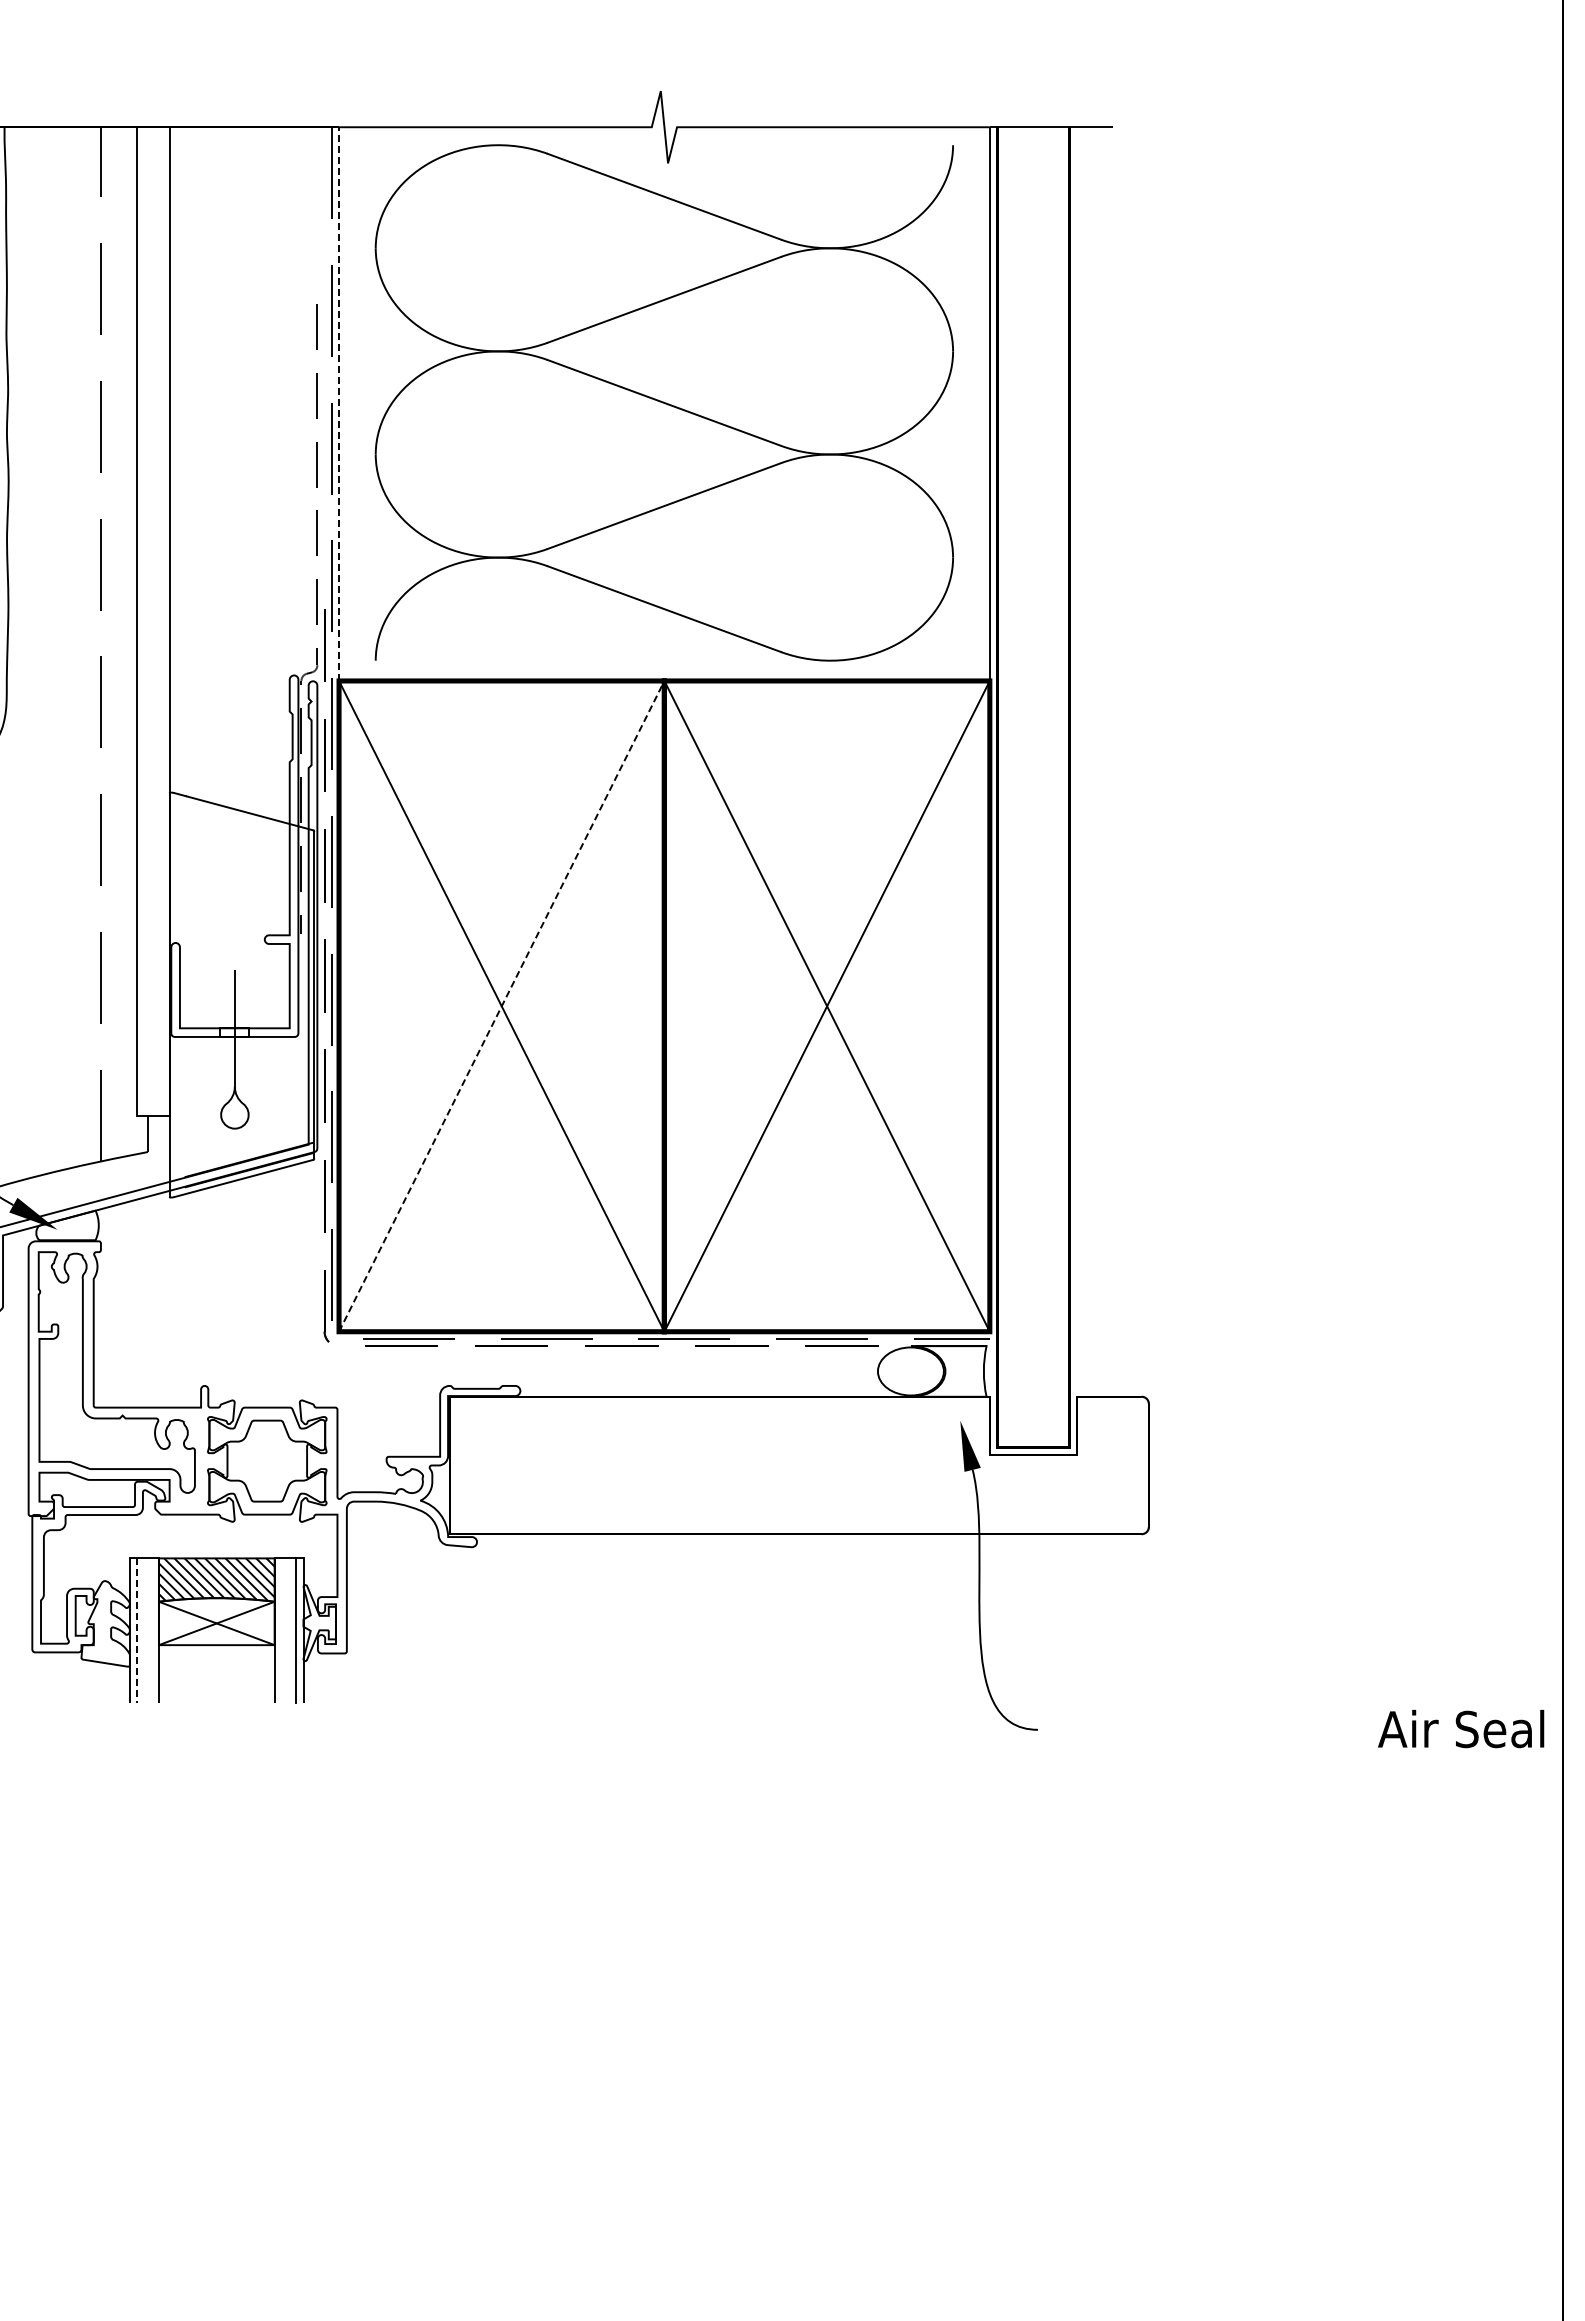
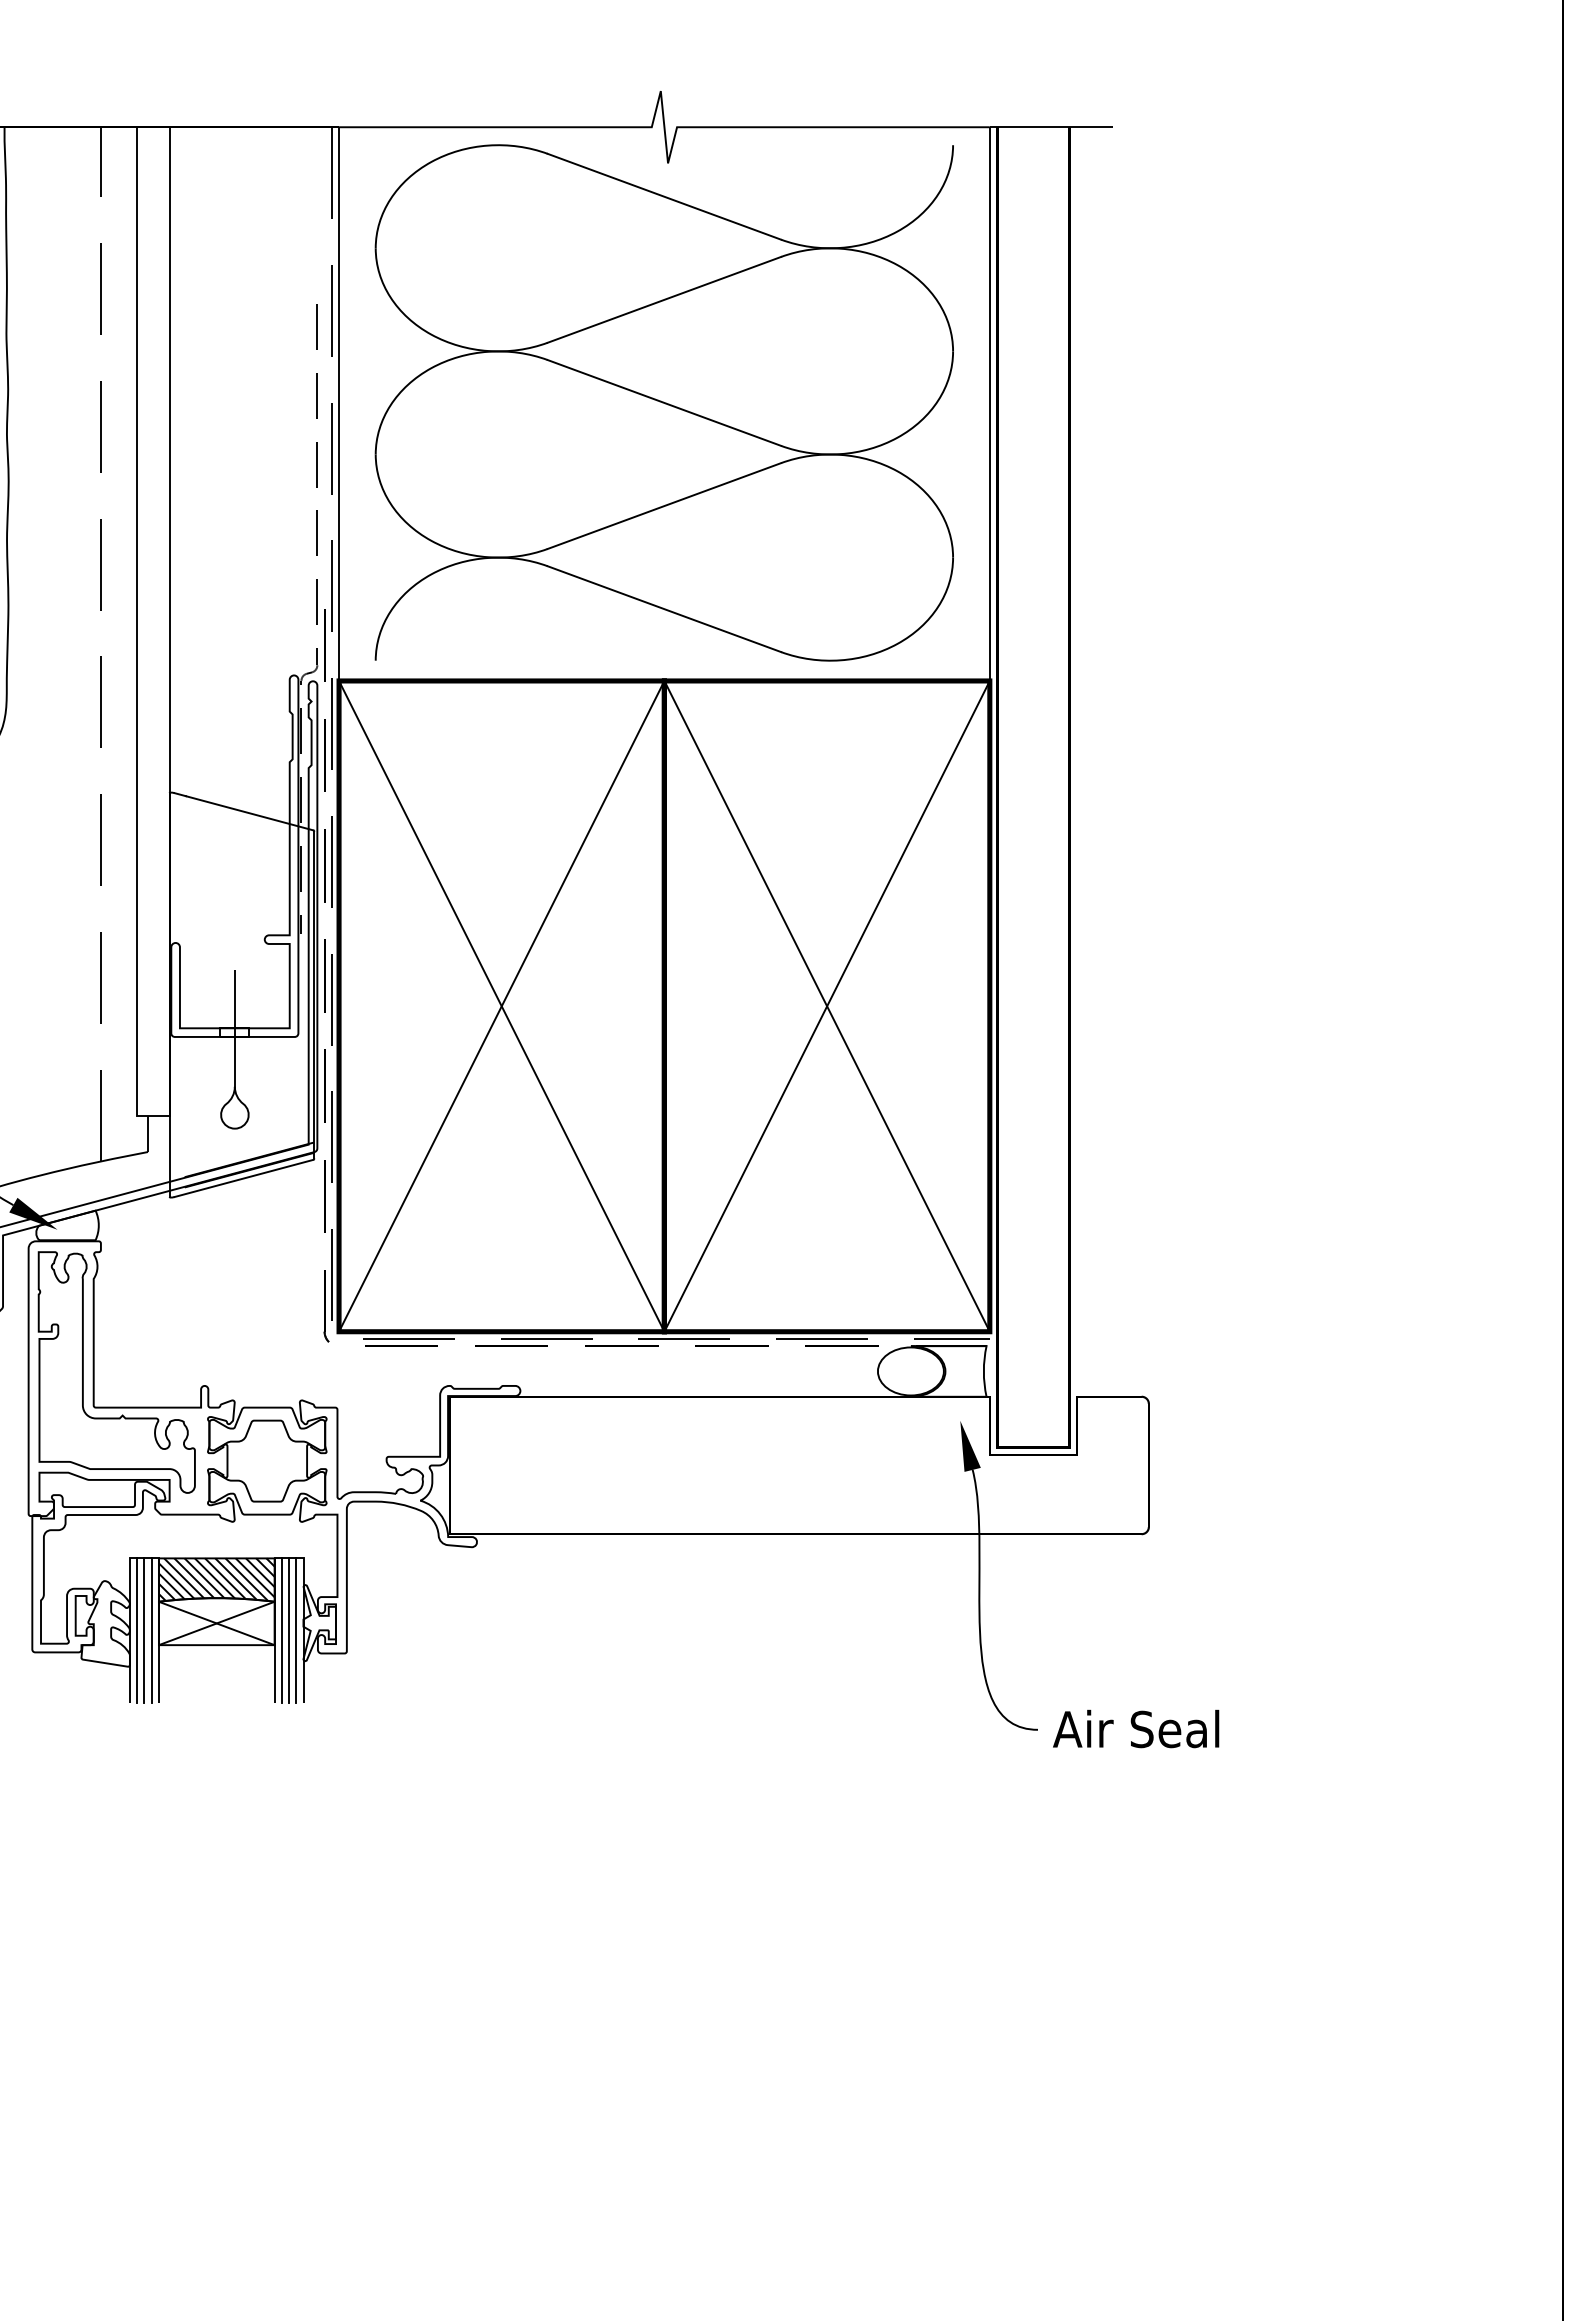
line at (339, 404): dashed -> solid
line at (501, 1006): dashed -> solid
line at (144, 1630): none -> present
line at (151, 1630): none -> present
line at (281, 1630): none -> present
line at (289, 1630): none -> present
line at (137, 1631): dashed -> solid
text at (1461, 1728) position: (1461, 1728) -> (1136, 1728)
